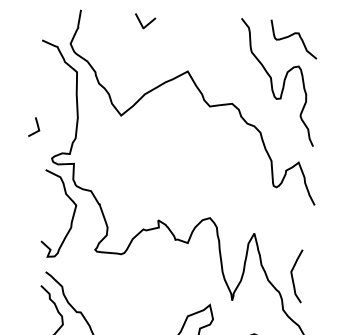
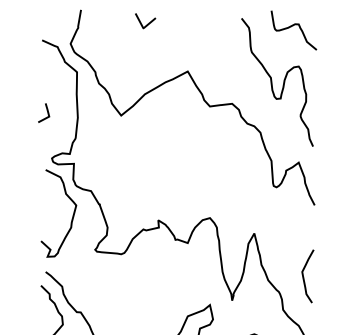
curve at (291, 36) position: (291, 36) -> (291, 27)
line at (36, 124) position: (36, 124) -> (46, 110)
curve at (293, 277) position: (293, 277) -> (304, 277)
